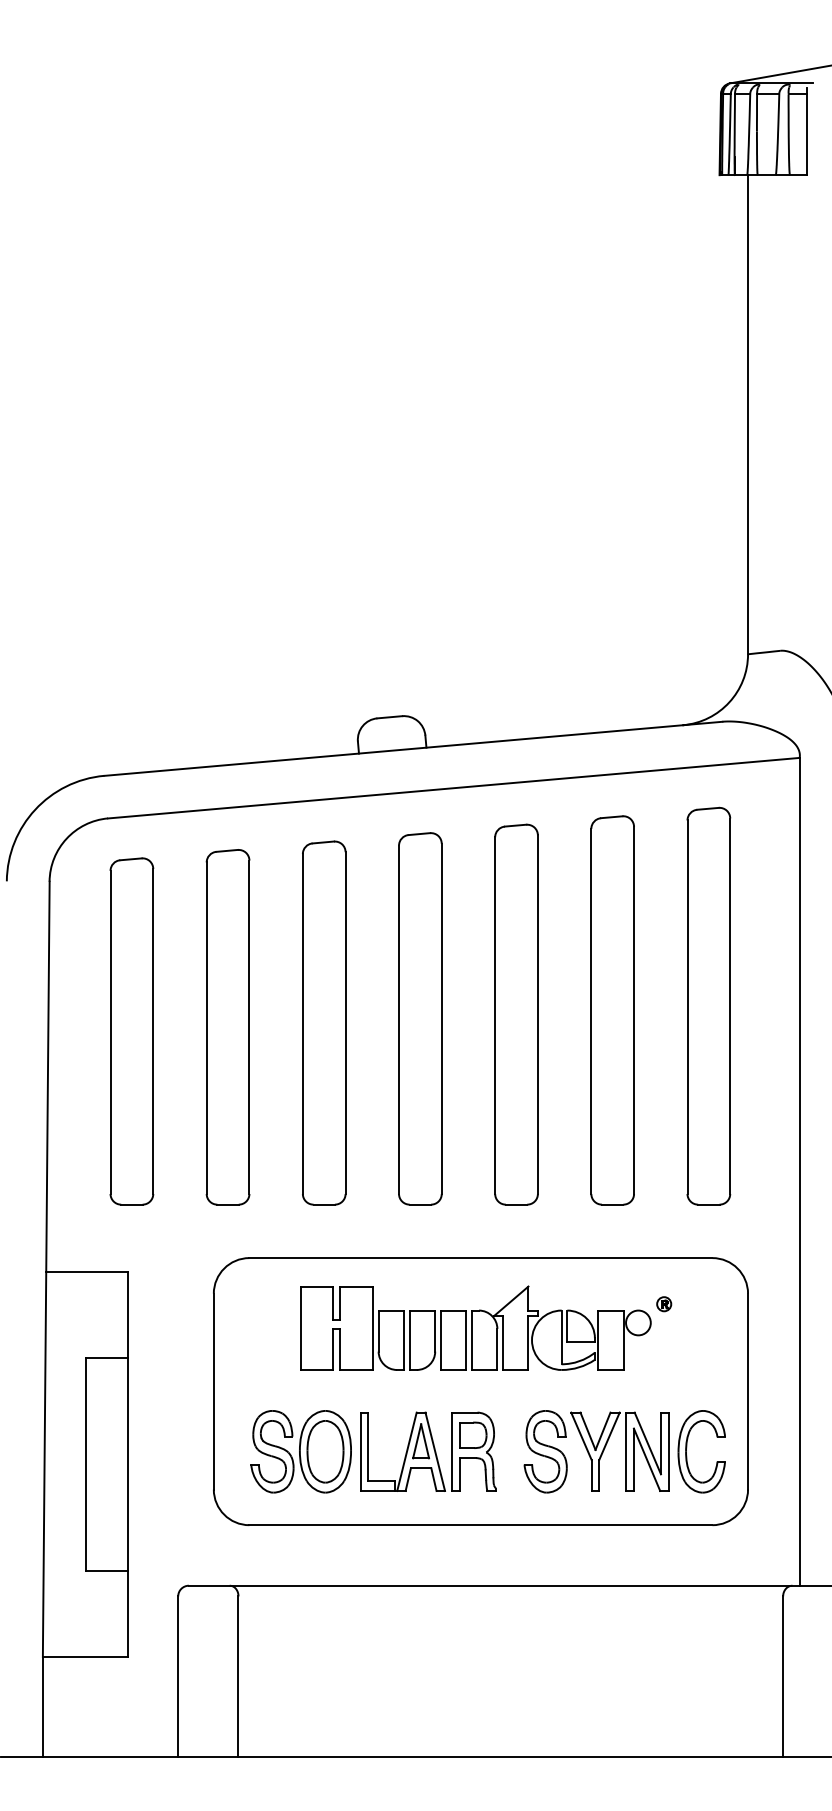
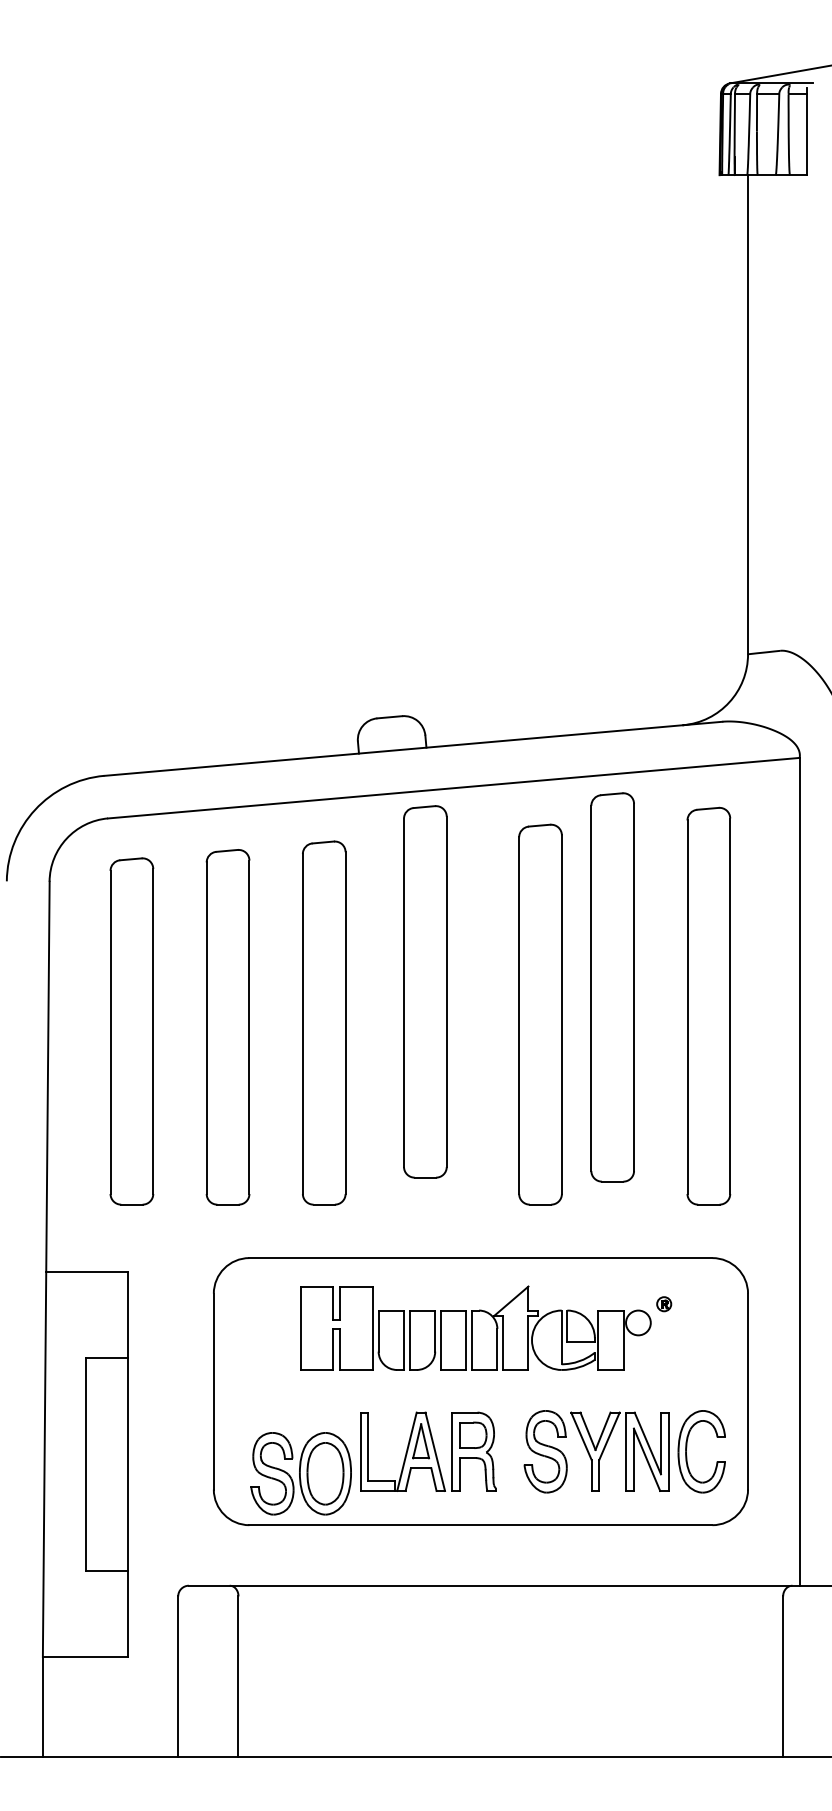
part at (612, 1010) position: (612, 1010) -> (612, 987)
part at (516, 1014) position: (516, 1014) -> (540, 1014)
part at (420, 1018) position: (420, 1018) -> (425, 991)
part at (300, 1451) position: (300, 1451) -> (300, 1473)
